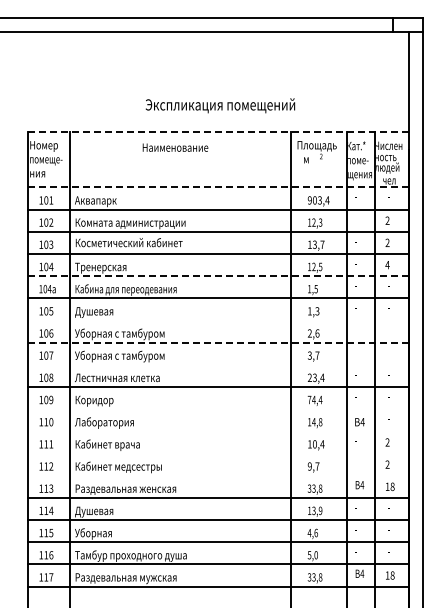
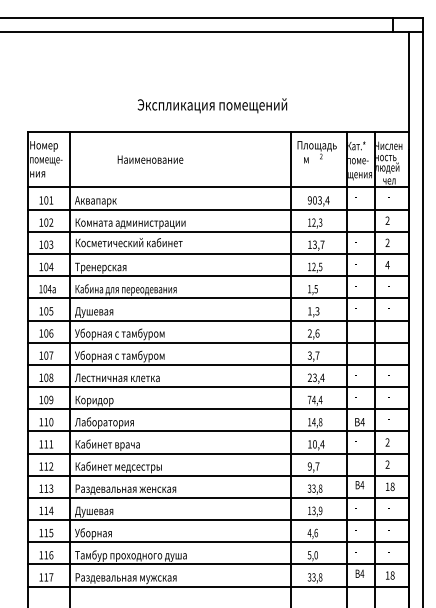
text at (220, 105) position: (220, 105) -> (212, 105)
line at (219, 132): dashed -> solid
text at (175, 147) position: (175, 147) -> (150, 159)
line at (219, 187): dashed -> solid
line at (219, 276): dashed -> solid
line at (218, 320): none -> present
line at (219, 342): dashed -> solid
line at (218, 364): none -> present
line at (218, 409): none -> present
line at (218, 431): none -> present
line at (218, 453): none -> present
line at (218, 475): none -> present
